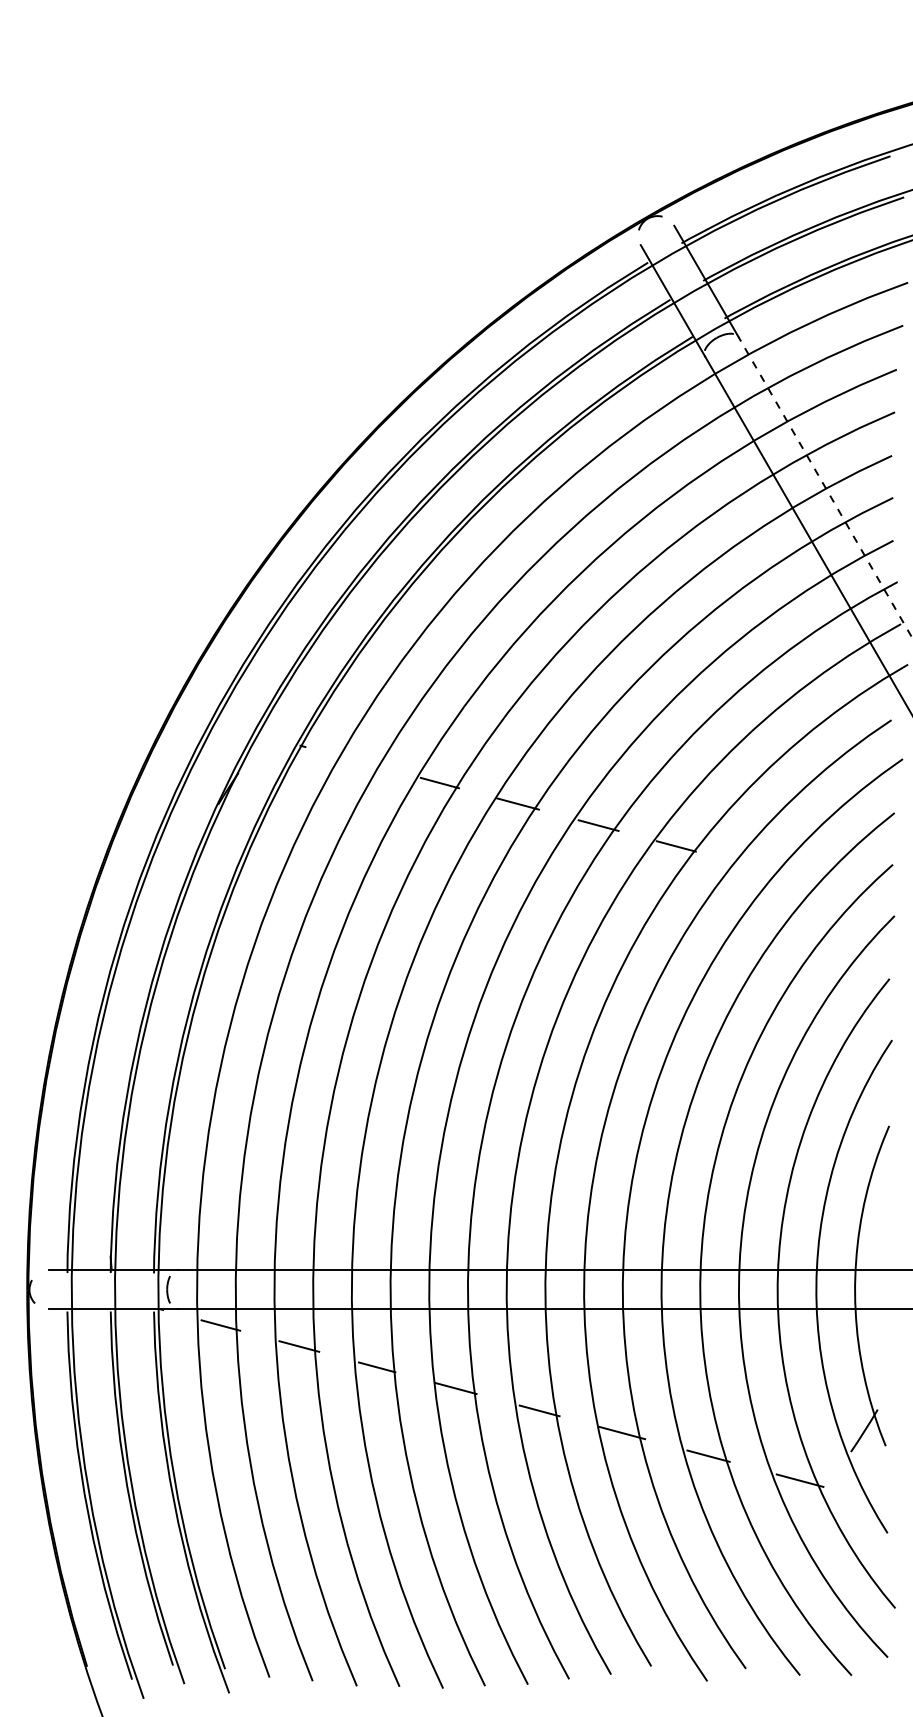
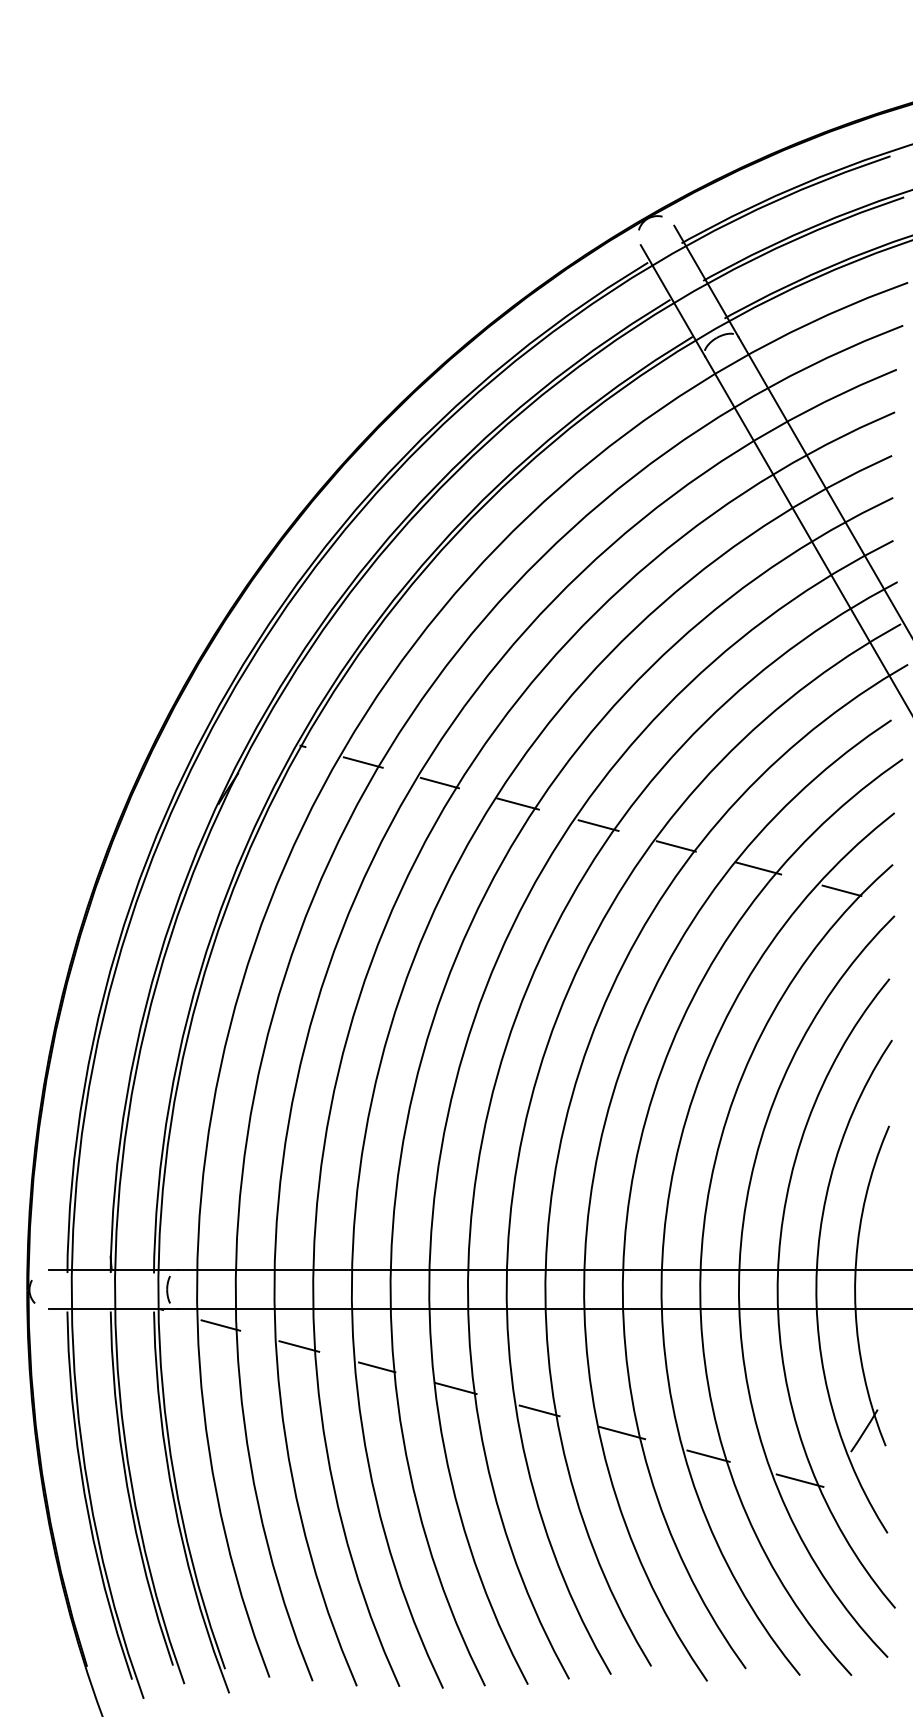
line at (825, 487): dashed -> solid
line at (362, 762): none -> present
line at (758, 868): none -> present
line at (841, 890): none -> present
